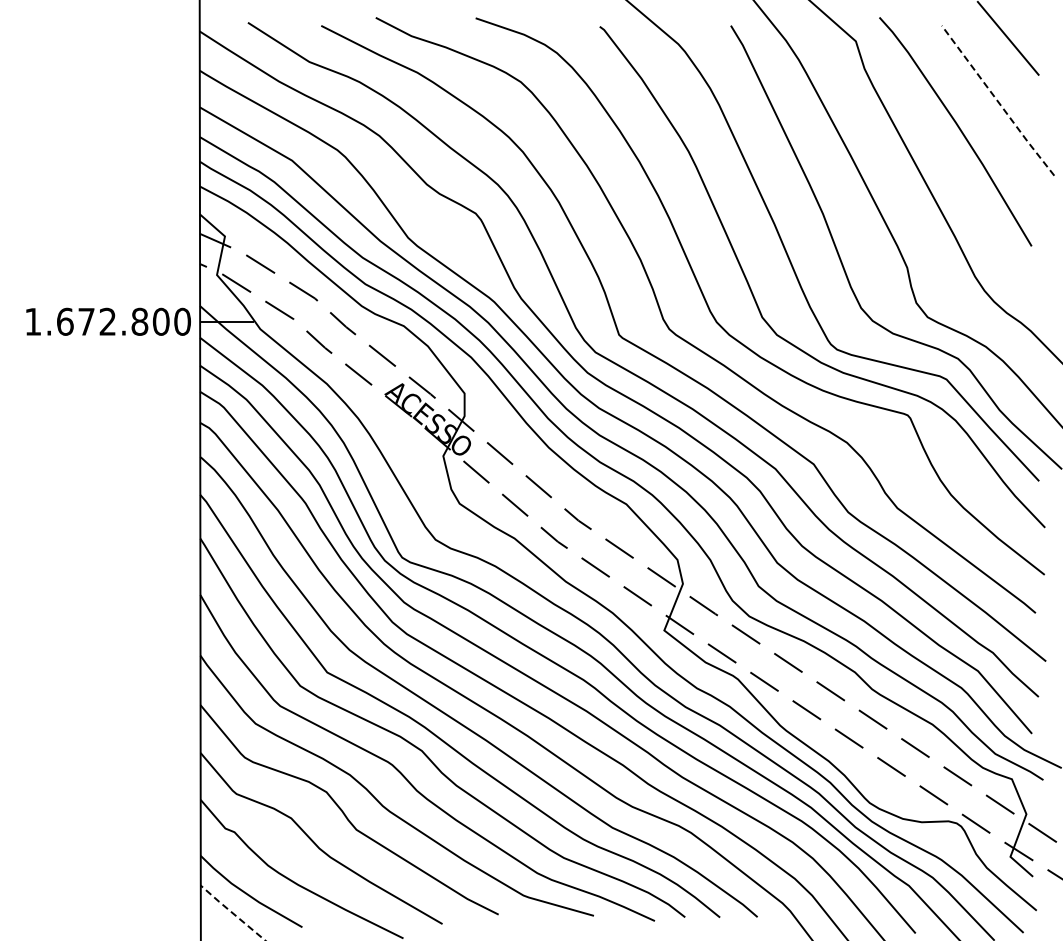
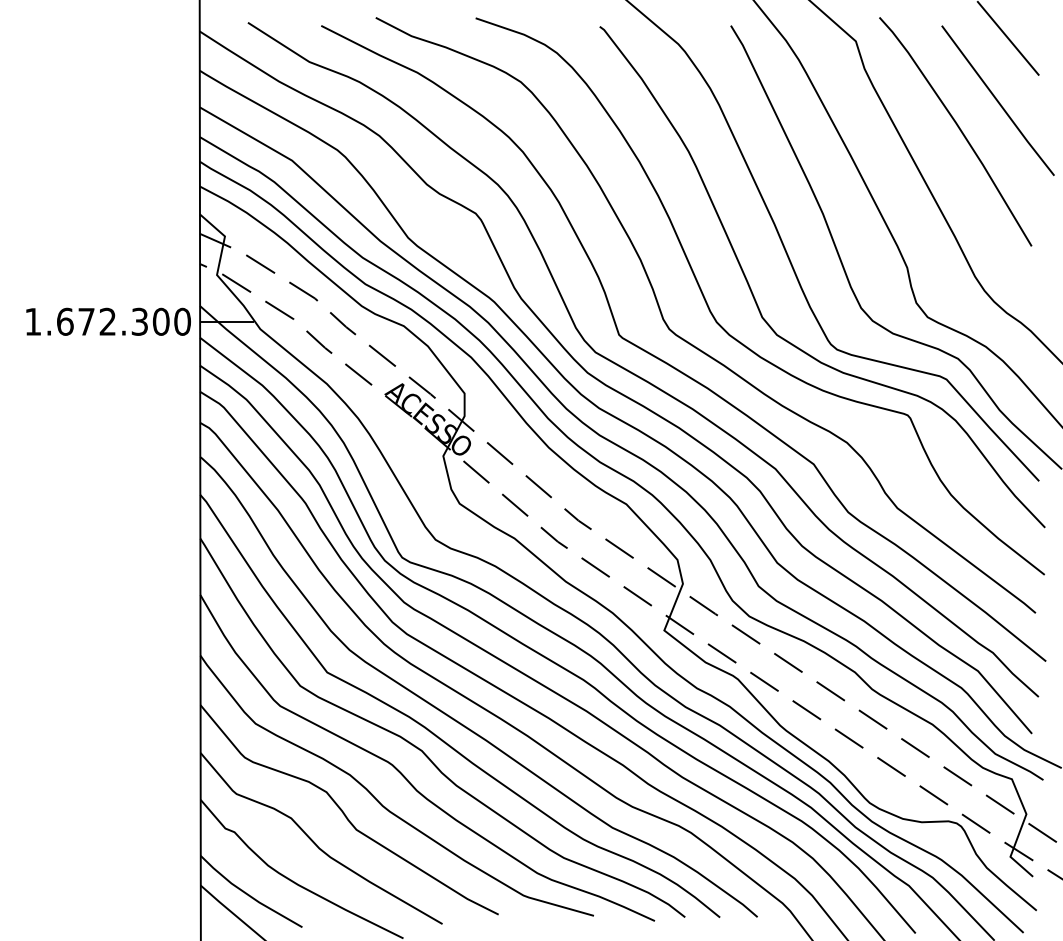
line at (998, 101): dashed -> solid
text at (139, 321): 1.672.800 -> 1.672.300
line at (232, 912): dashed -> solid
